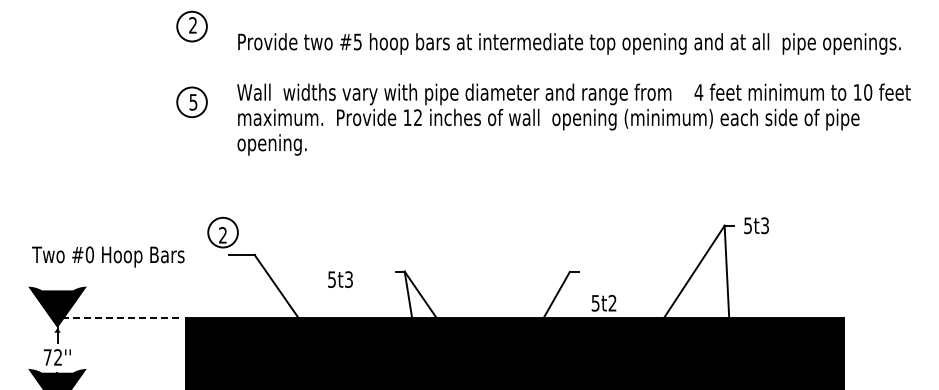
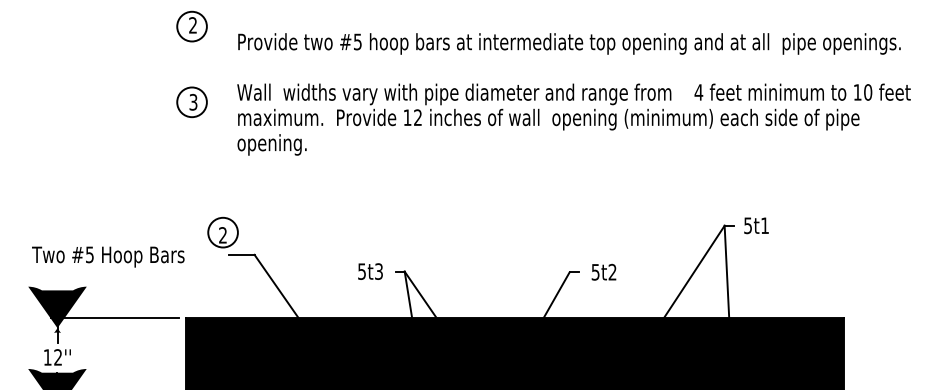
text at (193, 101): 5 -> 3
text at (764, 225): 5t3 -> 5t1
text at (89, 254): #0 -> #5
text at (340, 279) position: (340, 279) -> (370, 271)
text at (603, 302) position: (603, 302) -> (603, 271)
line at (114, 318): dashed -> solid
text at (47, 357): 72'' -> 12''
